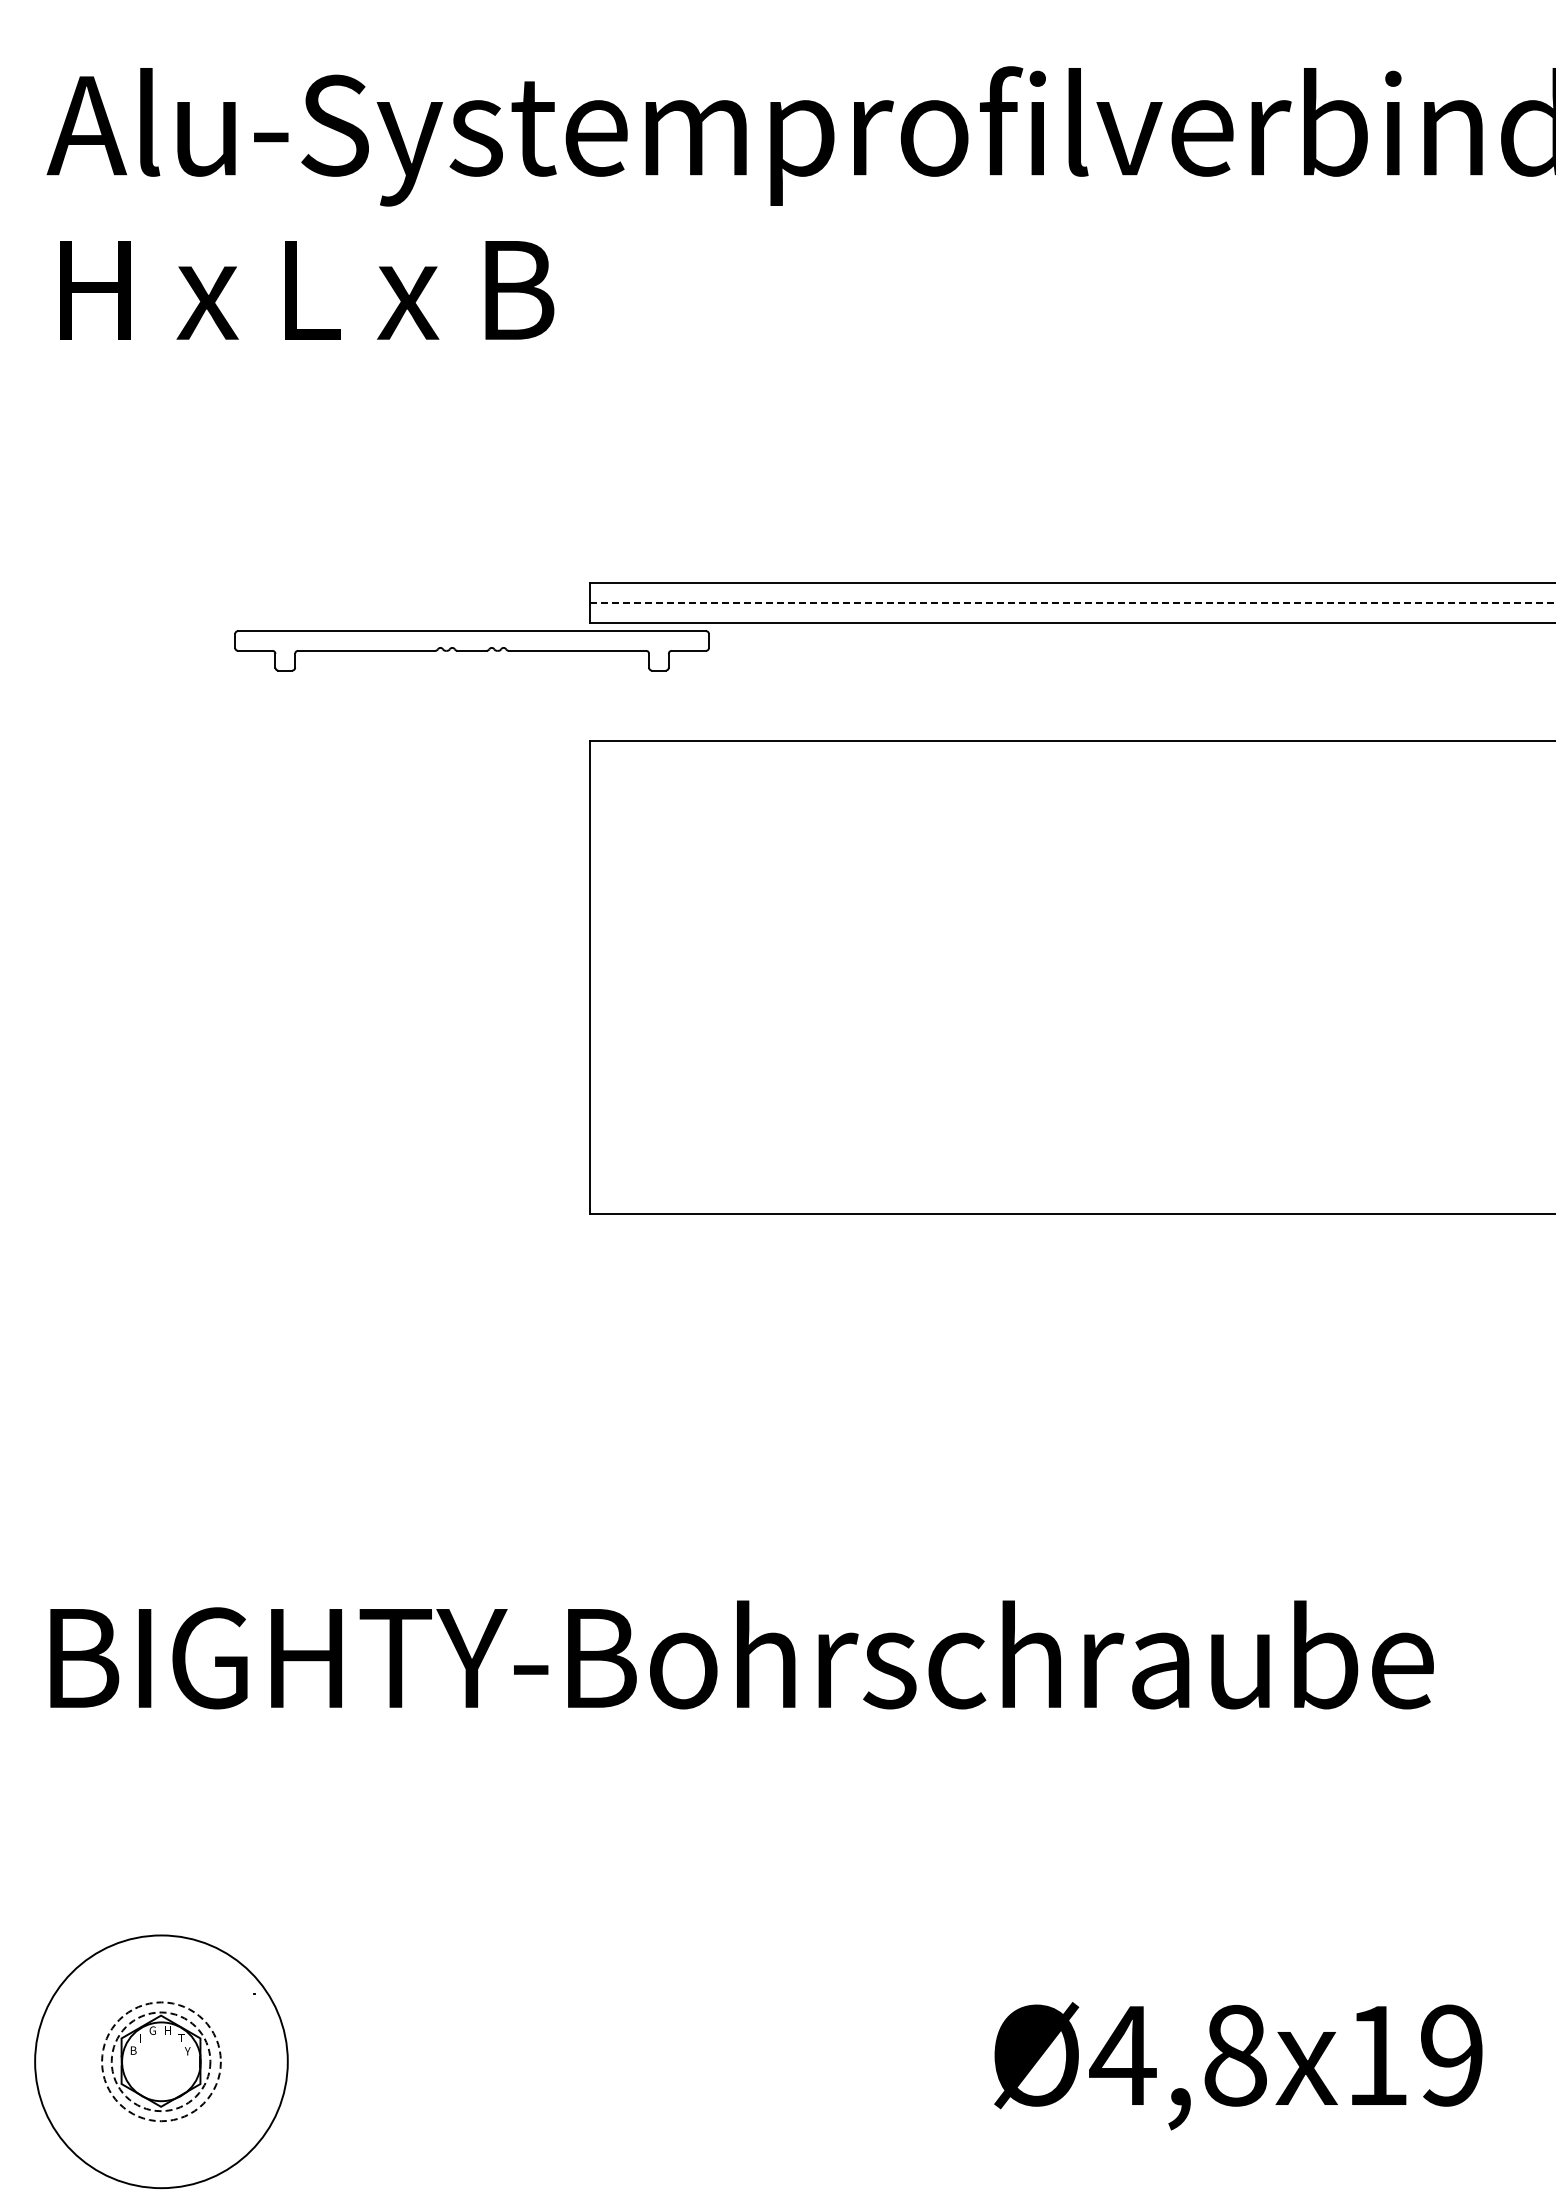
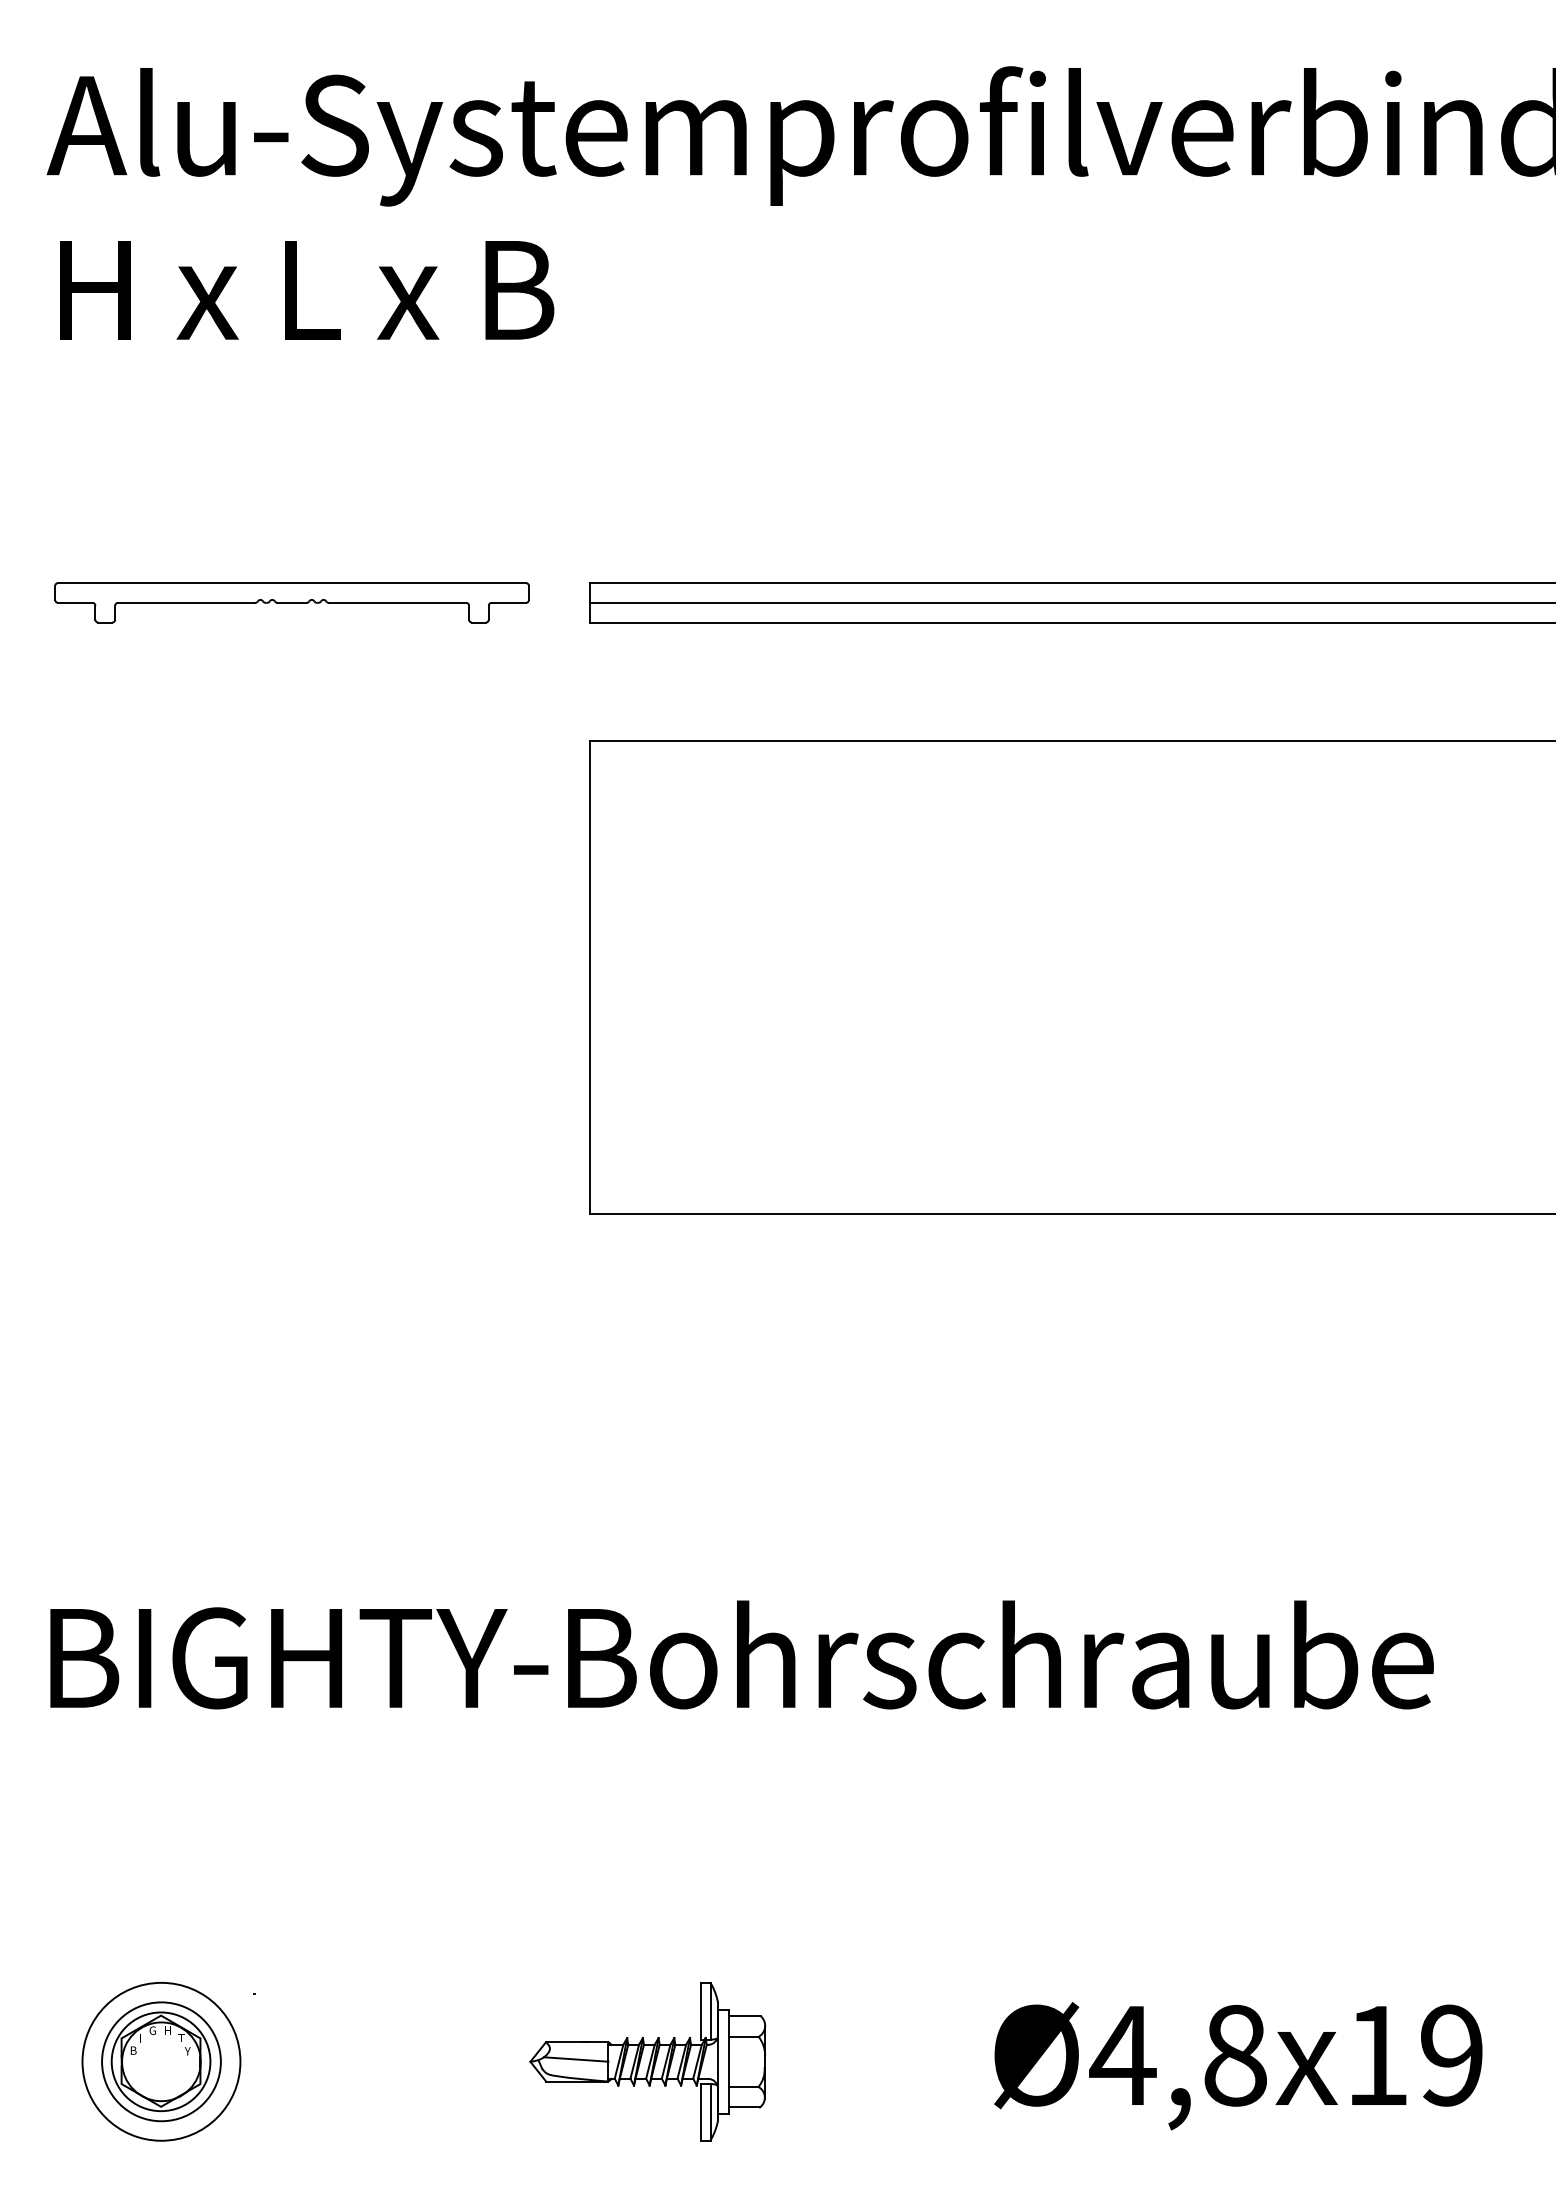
line at (1072, 602): dashed -> solid
part at (471, 650) position: (471, 650) -> (291, 602)
circle at (160, 2061): dashed -> solid
circle at (161, 2061) diameter: 253 px -> 158 px
circle at (161, 2061): dashed -> solid
part at (647, 2061): none -> present
